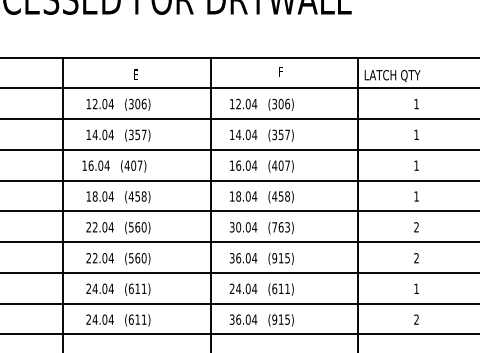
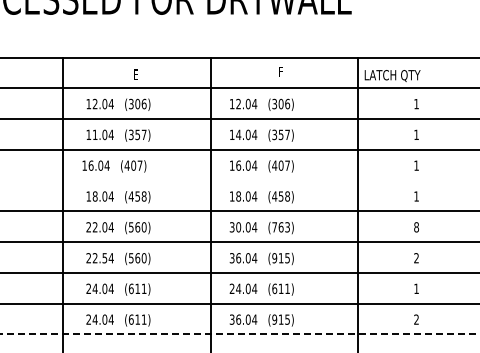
text at (94, 134): 14.04 -> 11.04
line at (239, 180): present -> none
text at (416, 227): 2 -> 8
text at (104, 258): 22.04 -> 22.54
line at (239, 334): solid -> dashed
